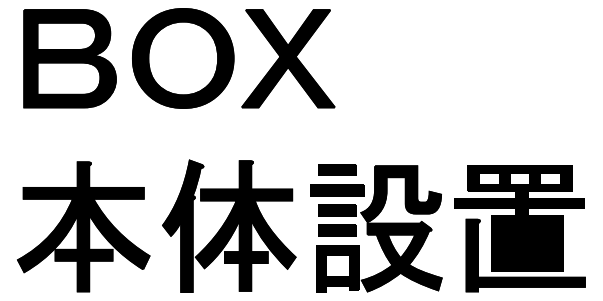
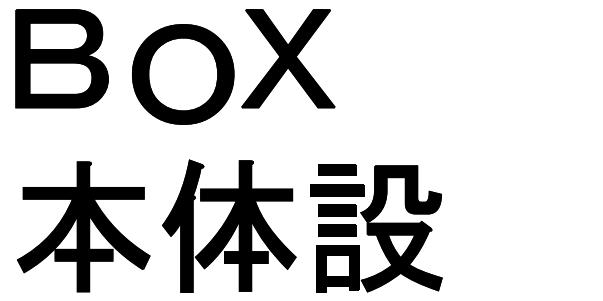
part at (69, 58) position: (69, 58) -> (61, 58)
part at (183, 58) position: (183, 58) -> (183, 74)
part at (519, 228): present -> none
